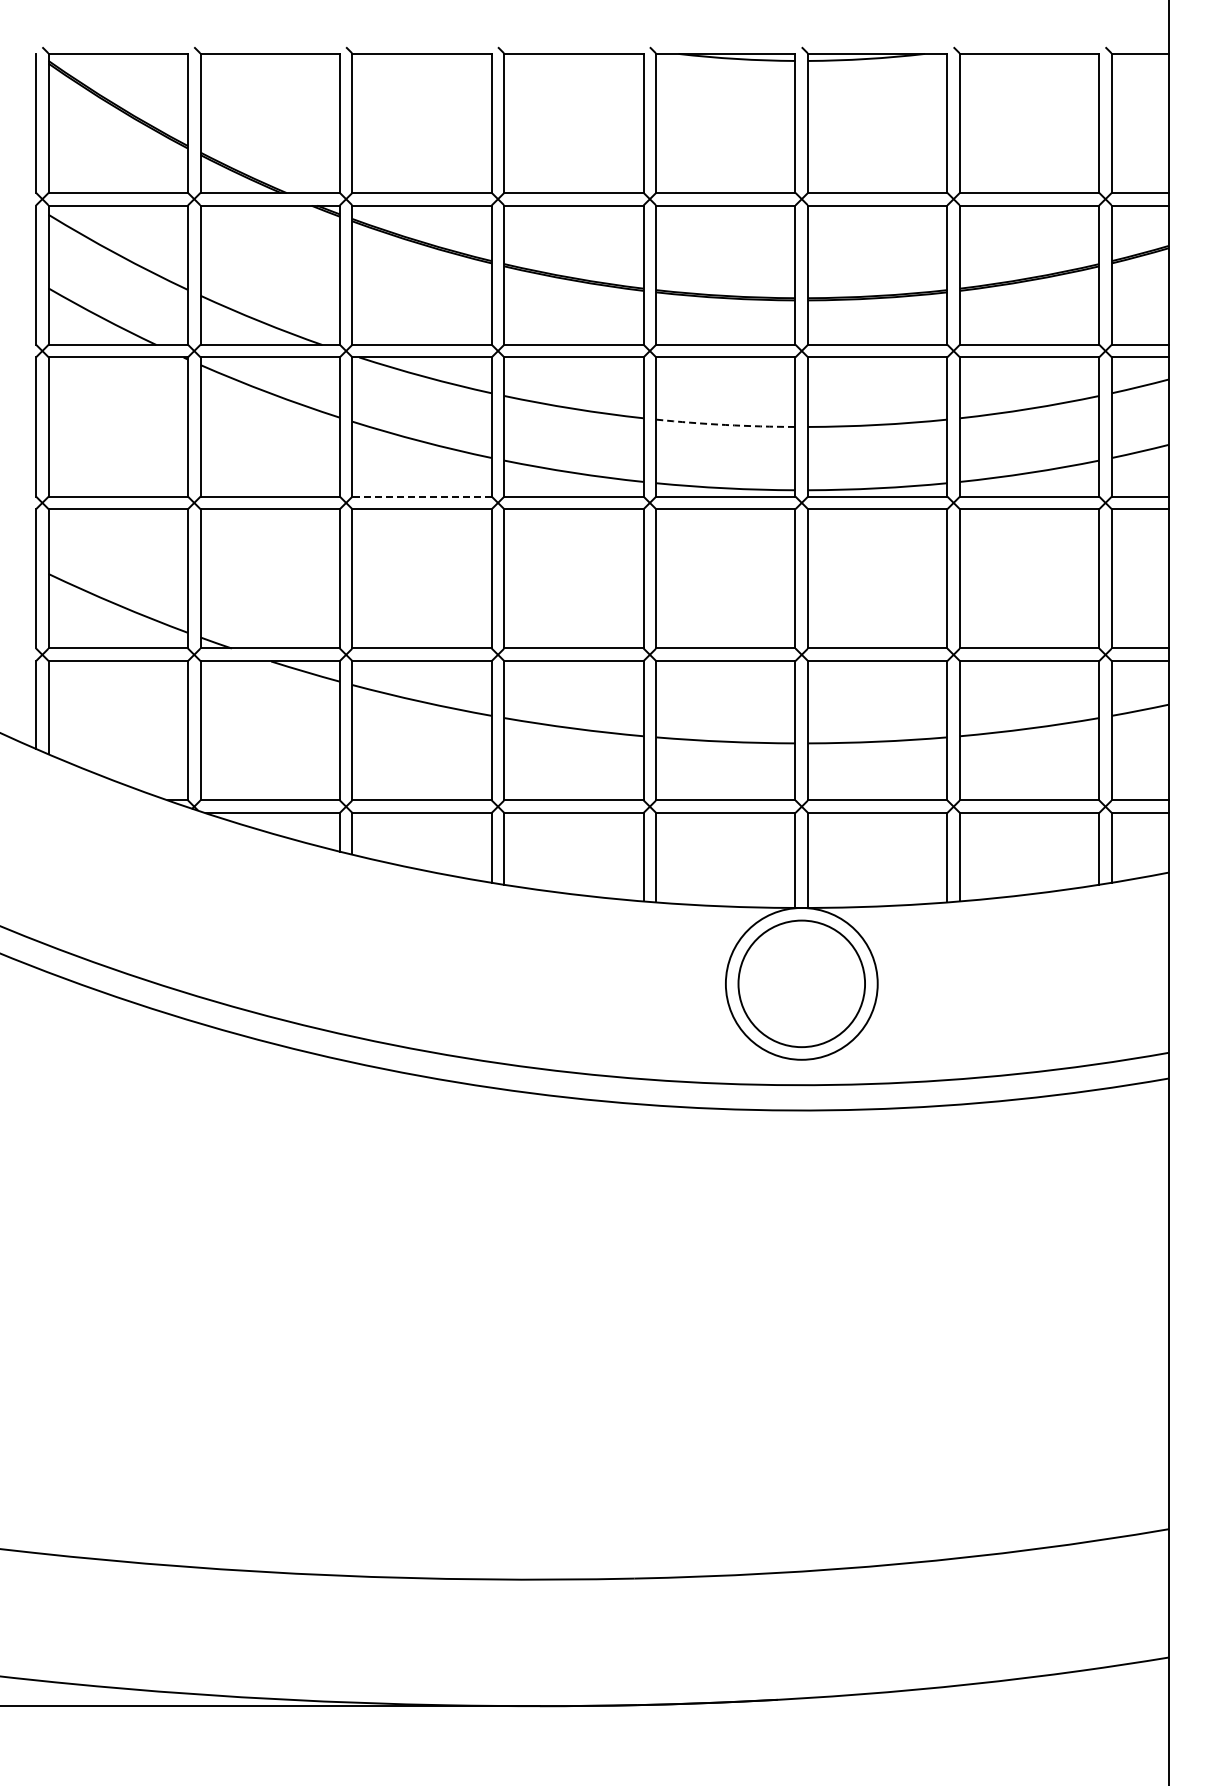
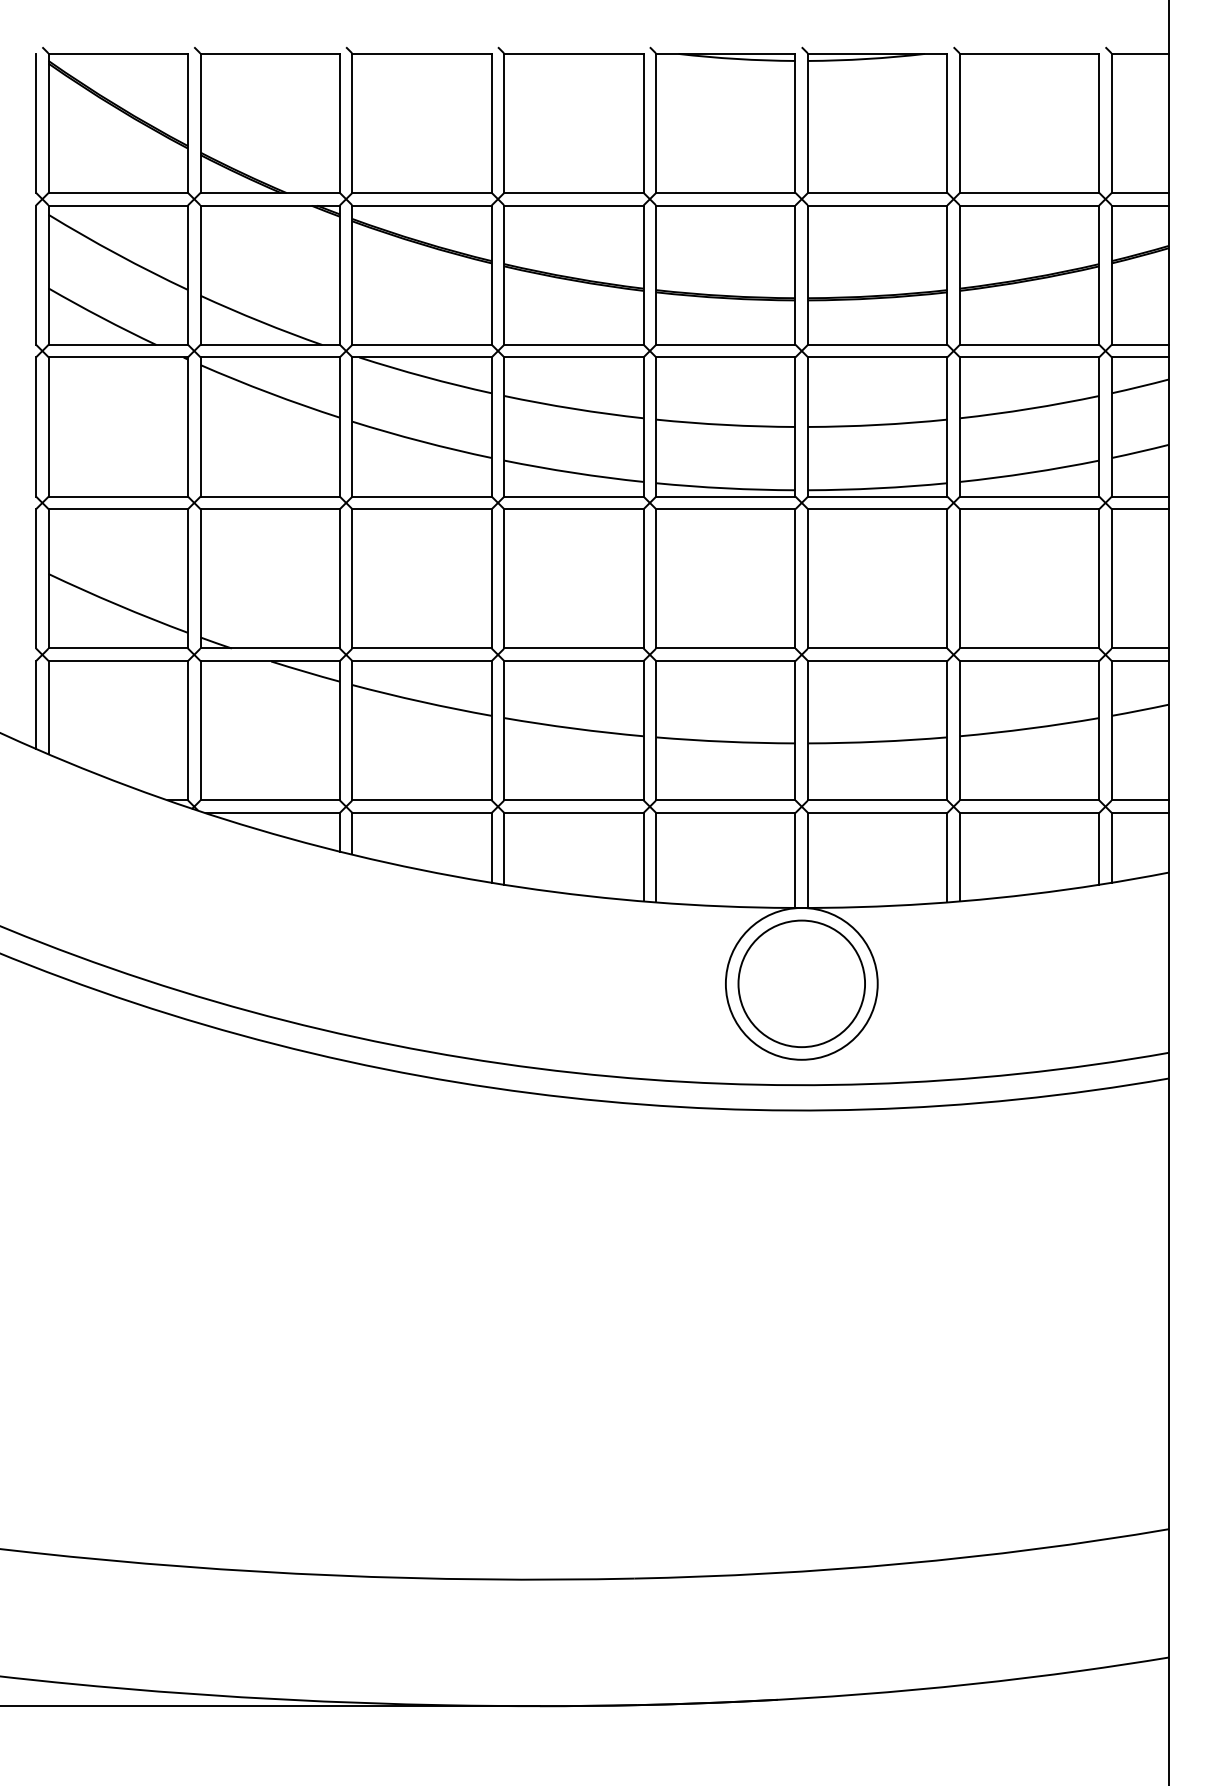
arc at (725, 424): dashed -> solid
line at (422, 496): dashed -> solid
